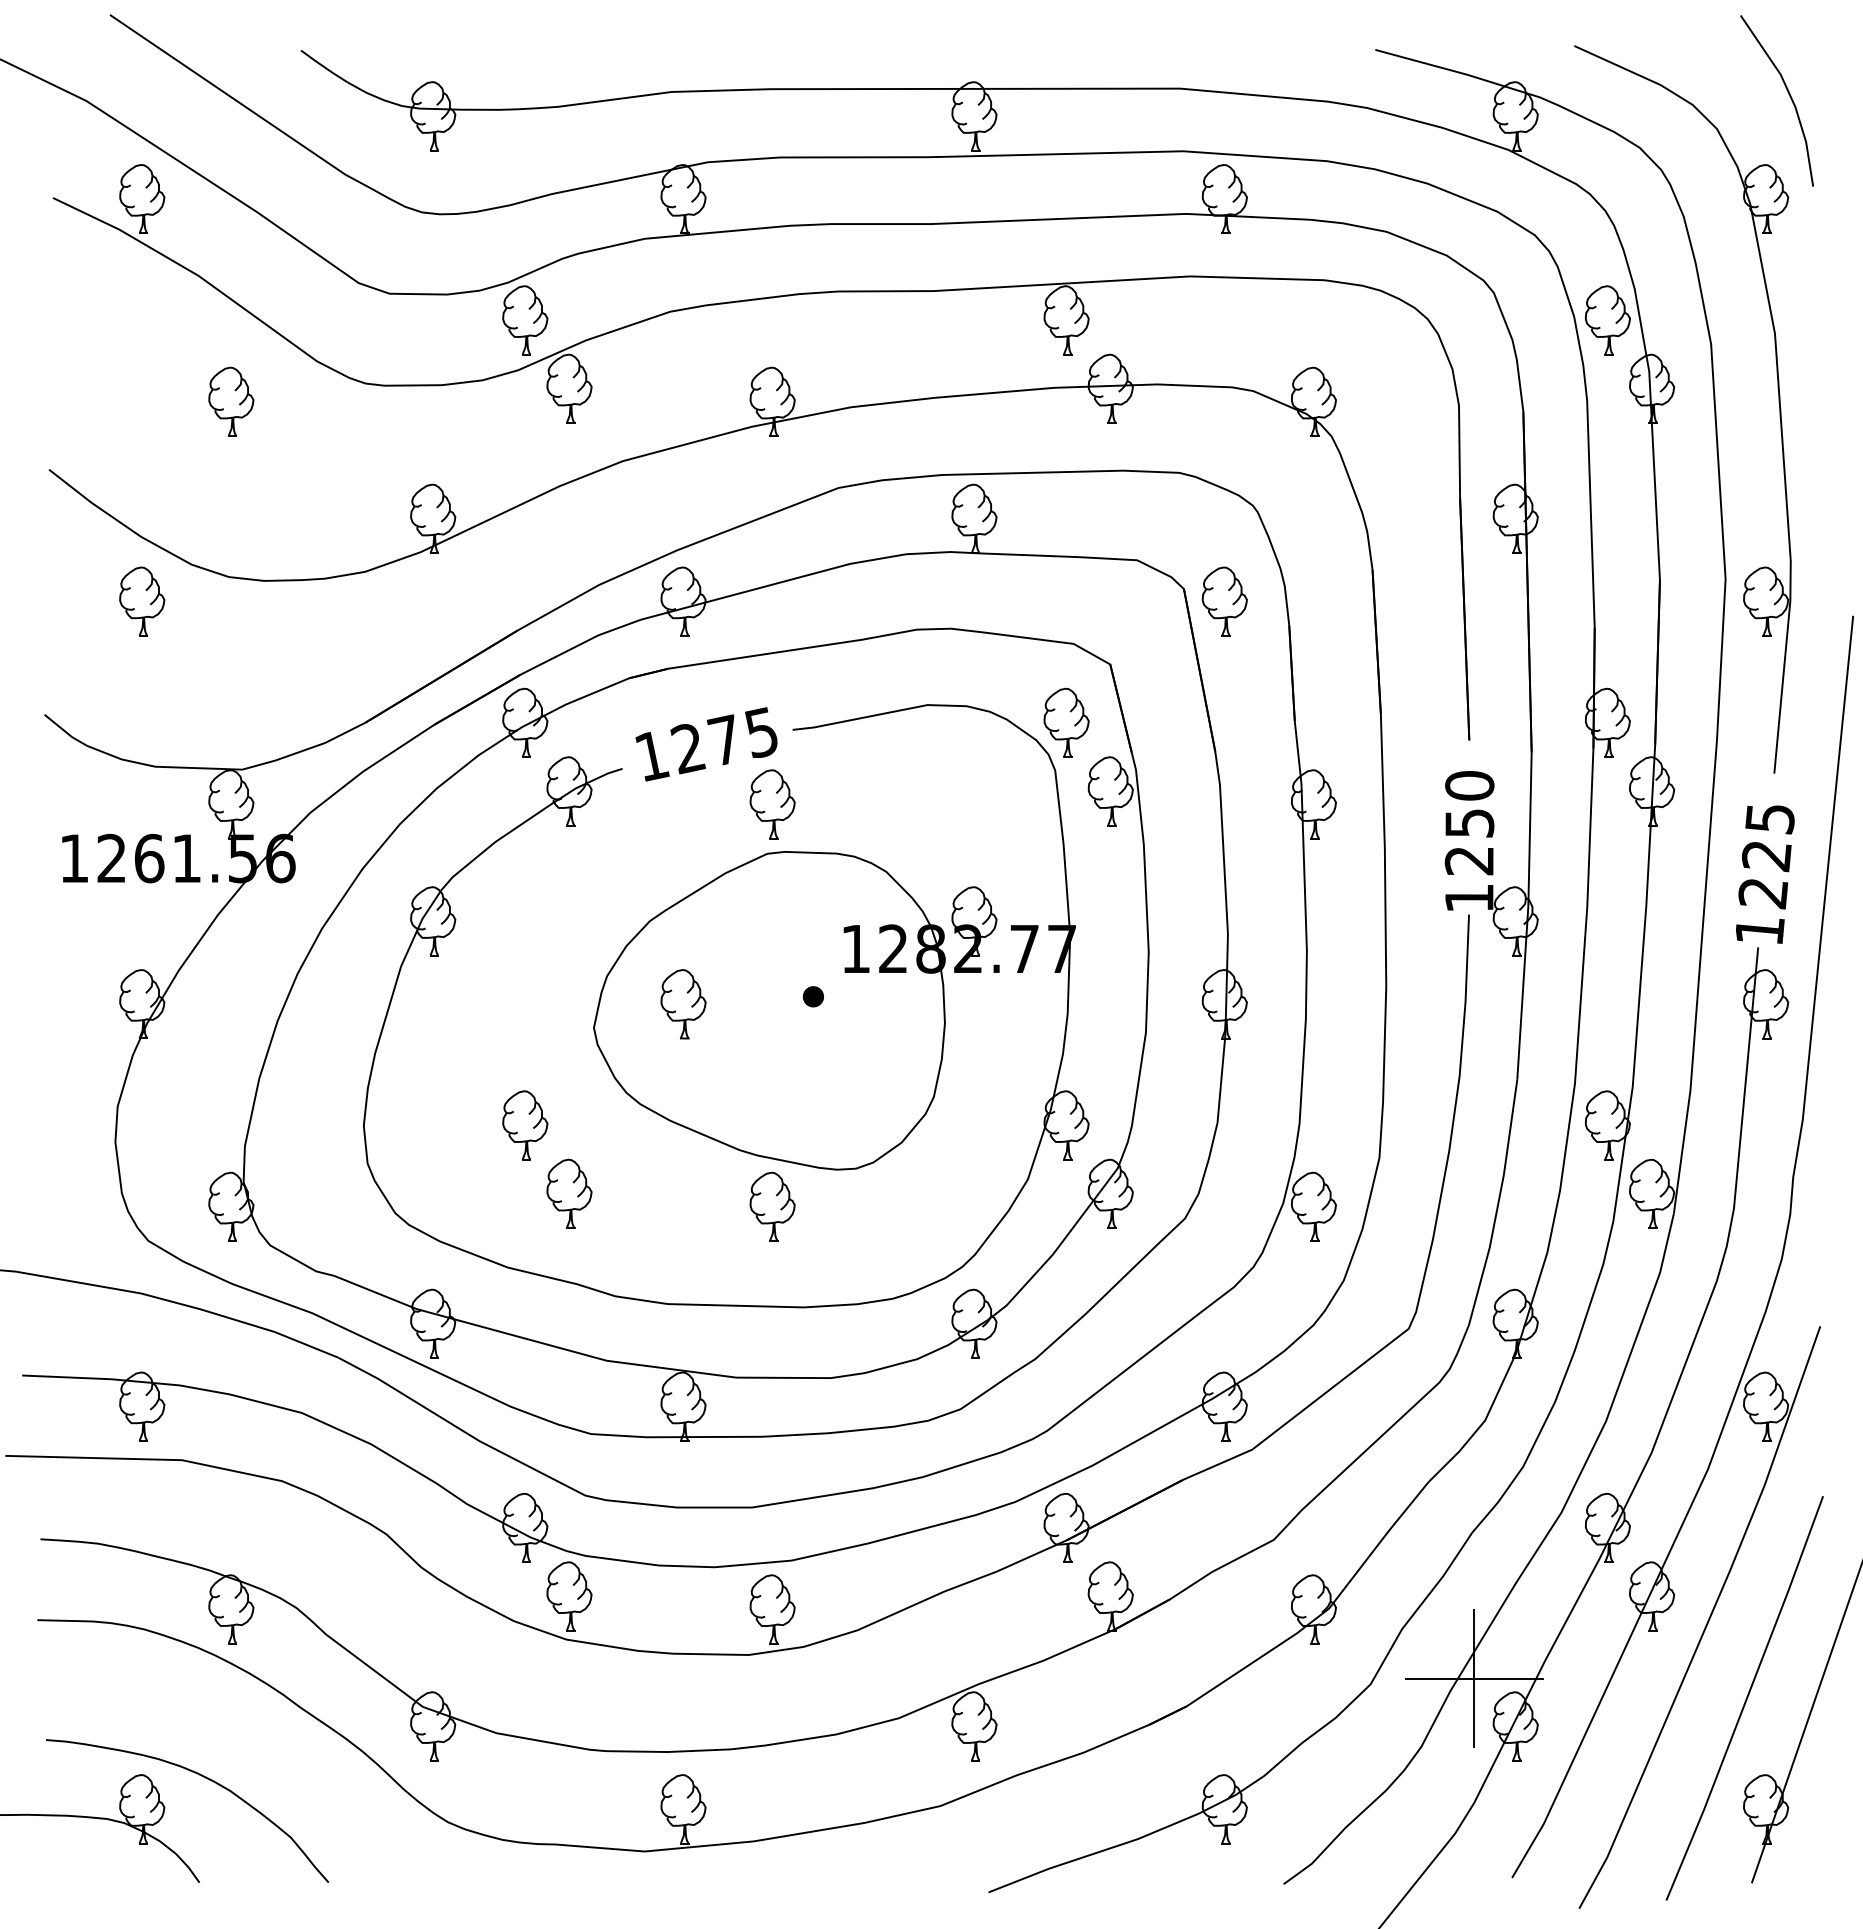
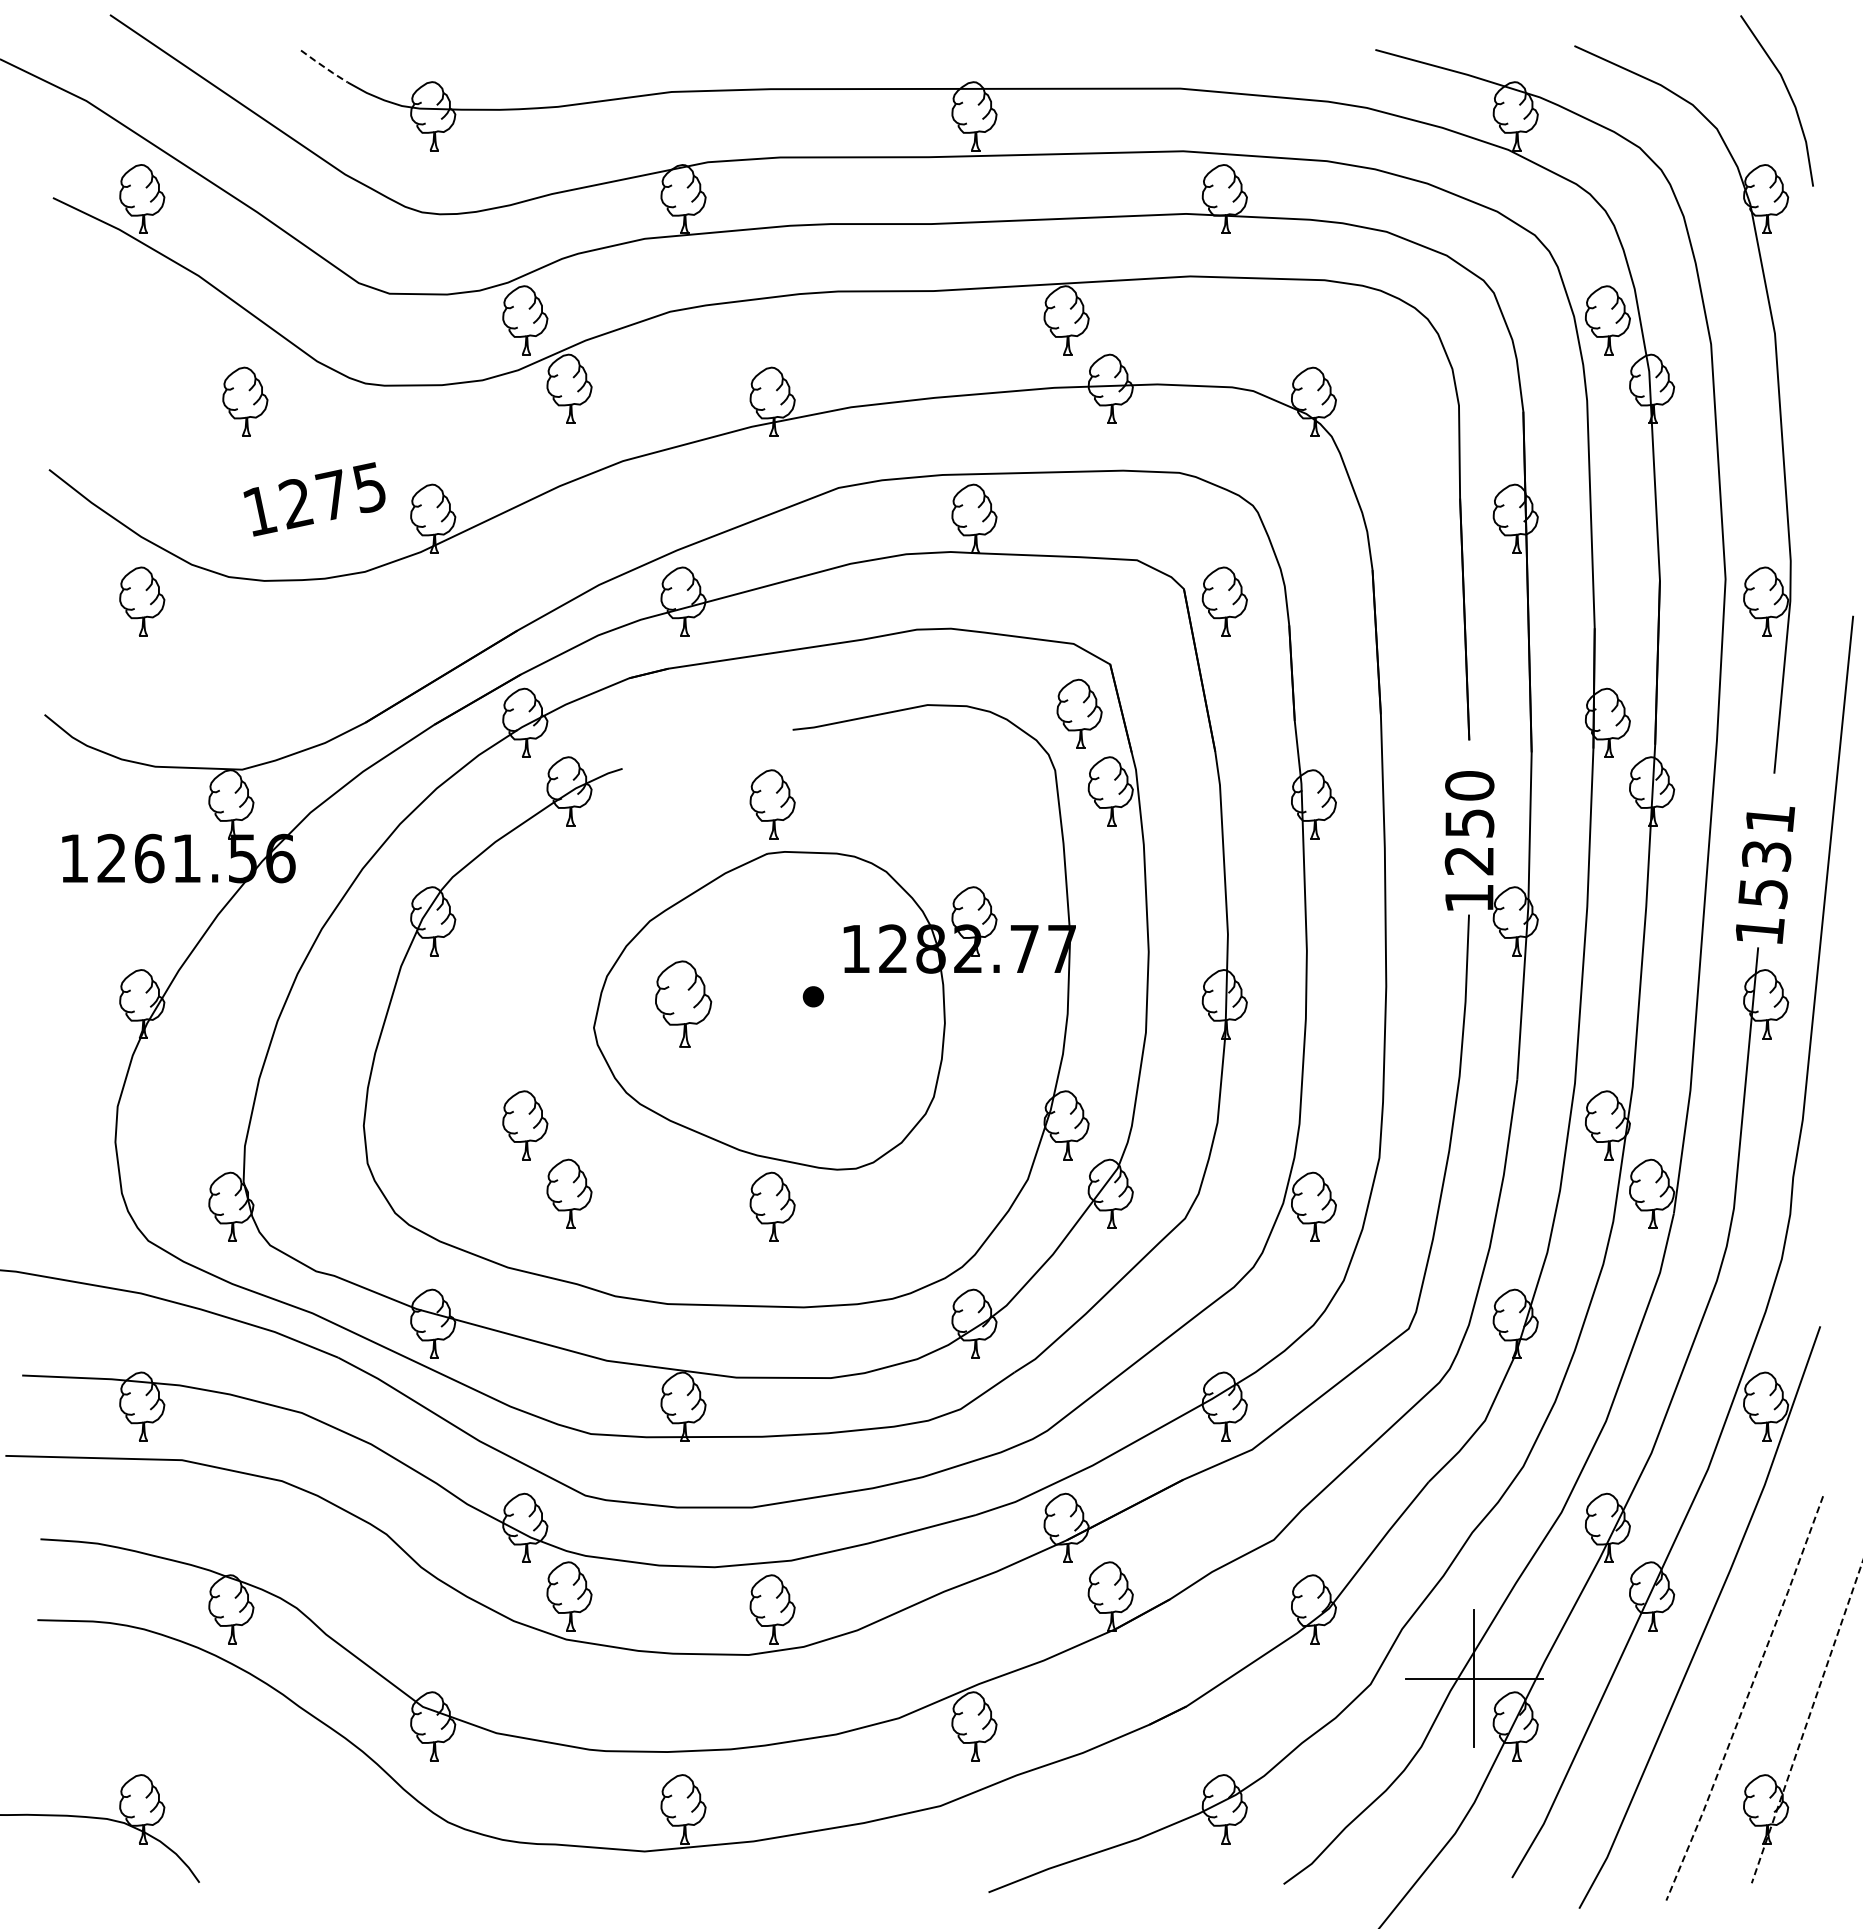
line at (324, 67): solid -> dashed
part at (231, 401) position: (231, 401) -> (245, 401)
part at (1066, 722) position: (1066, 722) -> (1079, 713)
text at (706, 744) position: (706, 744) -> (314, 499)
text at (1766, 857): 1225 -> 1531
part at (683, 1004) size: 47x71 px -> 58x88 px
line at (1746, 1699): solid -> dashed
line at (1807, 1722): solid -> dashed
curve at (203, 1777): present -> none
